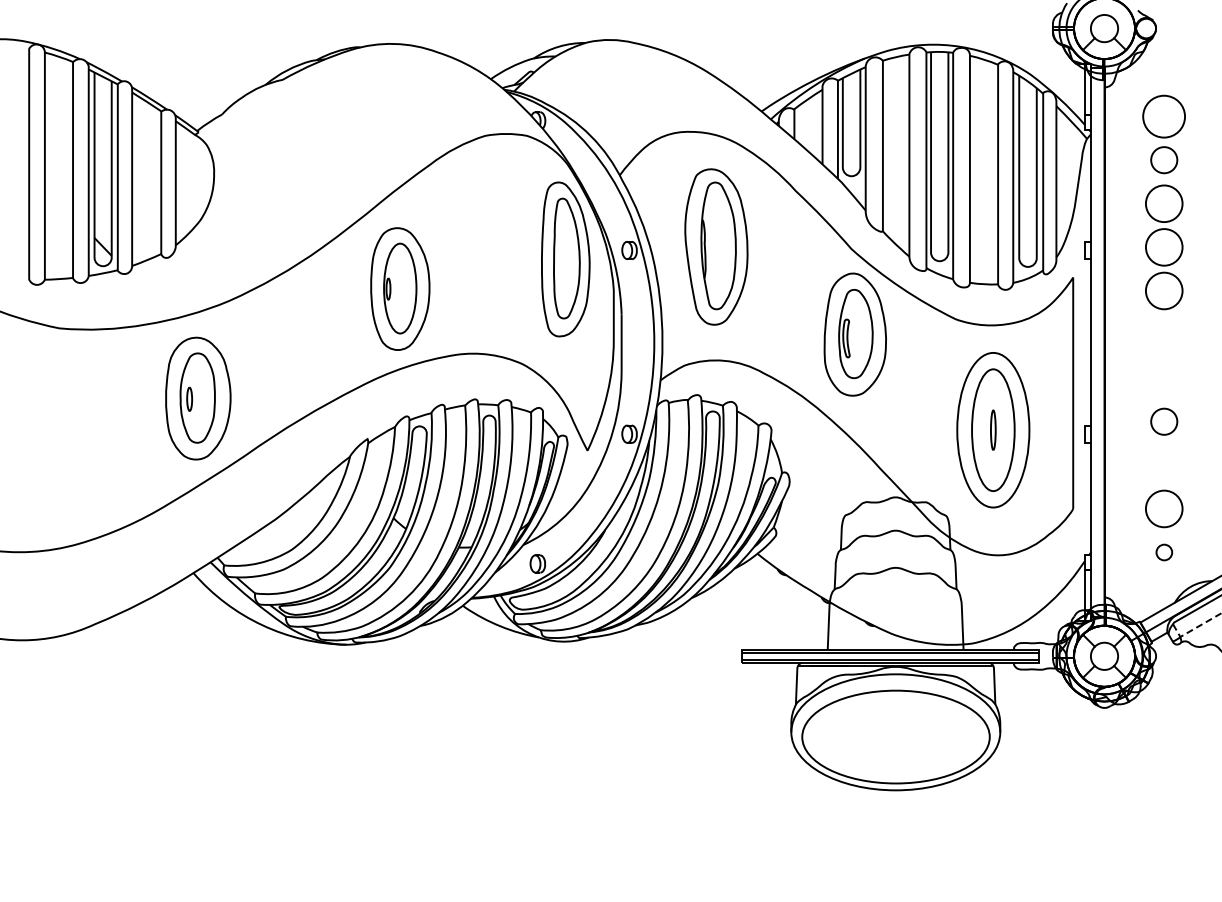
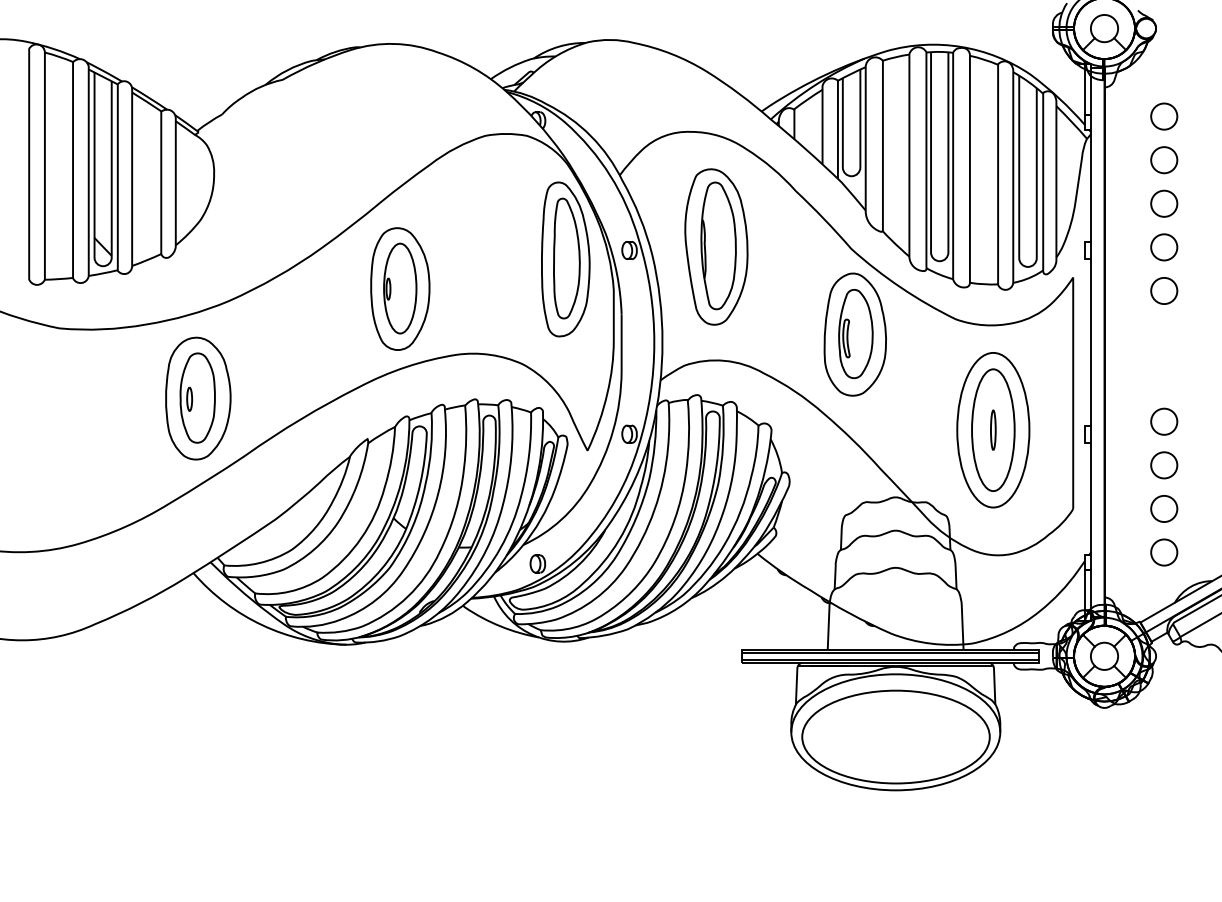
circle at (1163, 116) size: 44x45 px -> 29x29 px
circle at (1163, 203) diameter: 37 px -> 26 px
circle at (1163, 247) diameter: 37 px -> 26 px
circle at (1163, 290) diameter: 37 px -> 26 px
circle at (1164, 465): none -> present
circle at (1163, 508) diameter: 37 px -> 26 px
circle at (1164, 552) size: 19x19 px -> 29x29 px
line at (1194, 629): dashed -> solid
